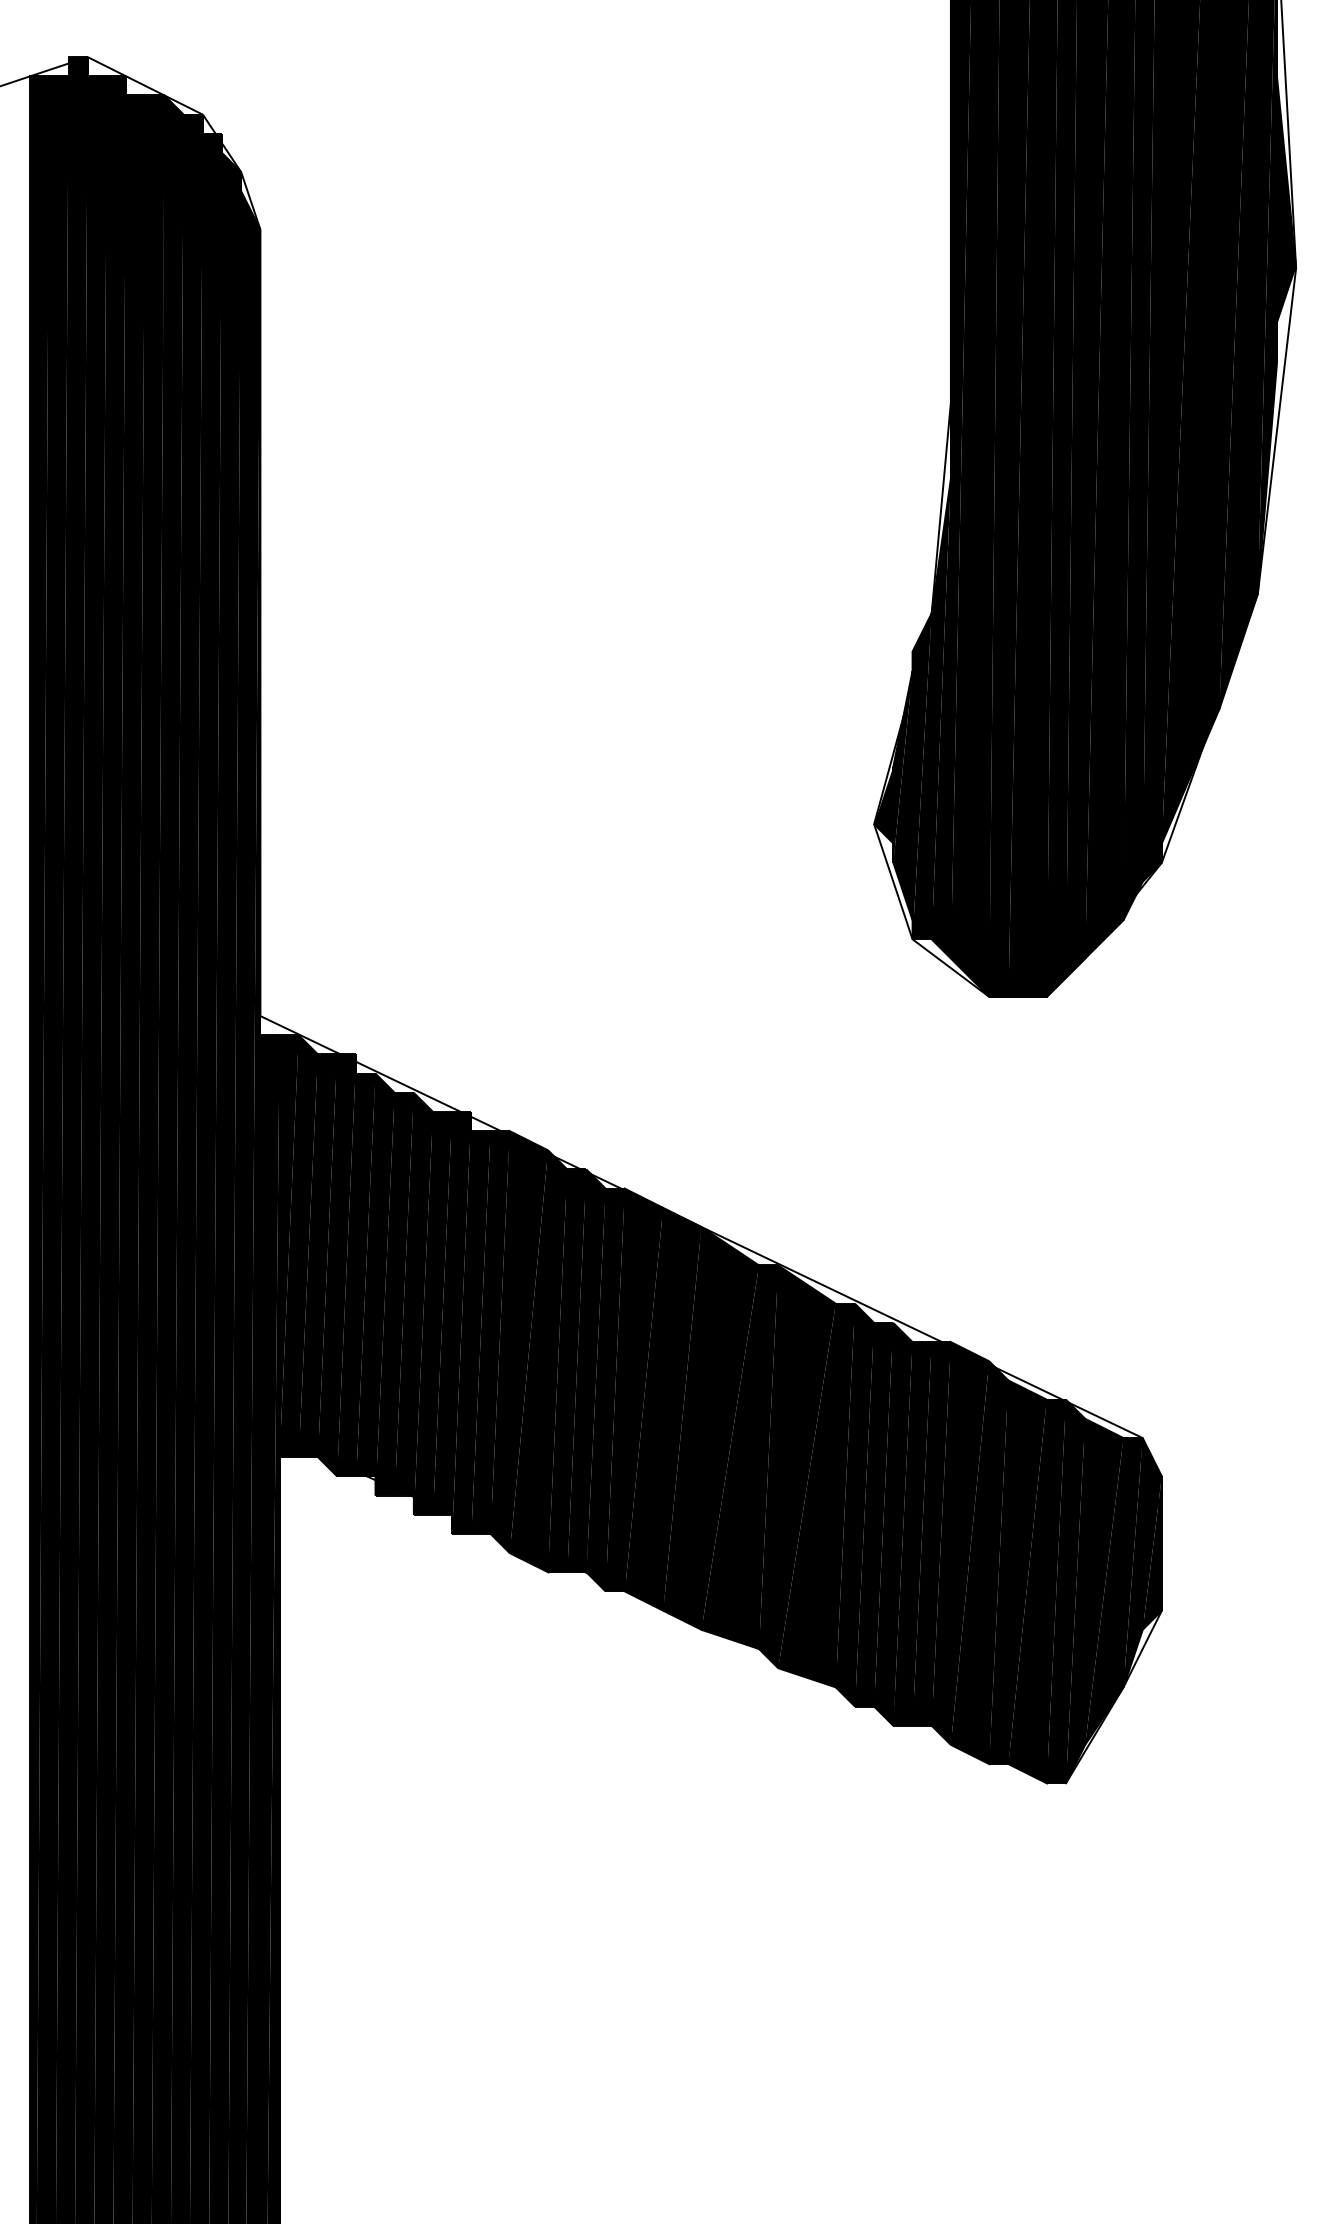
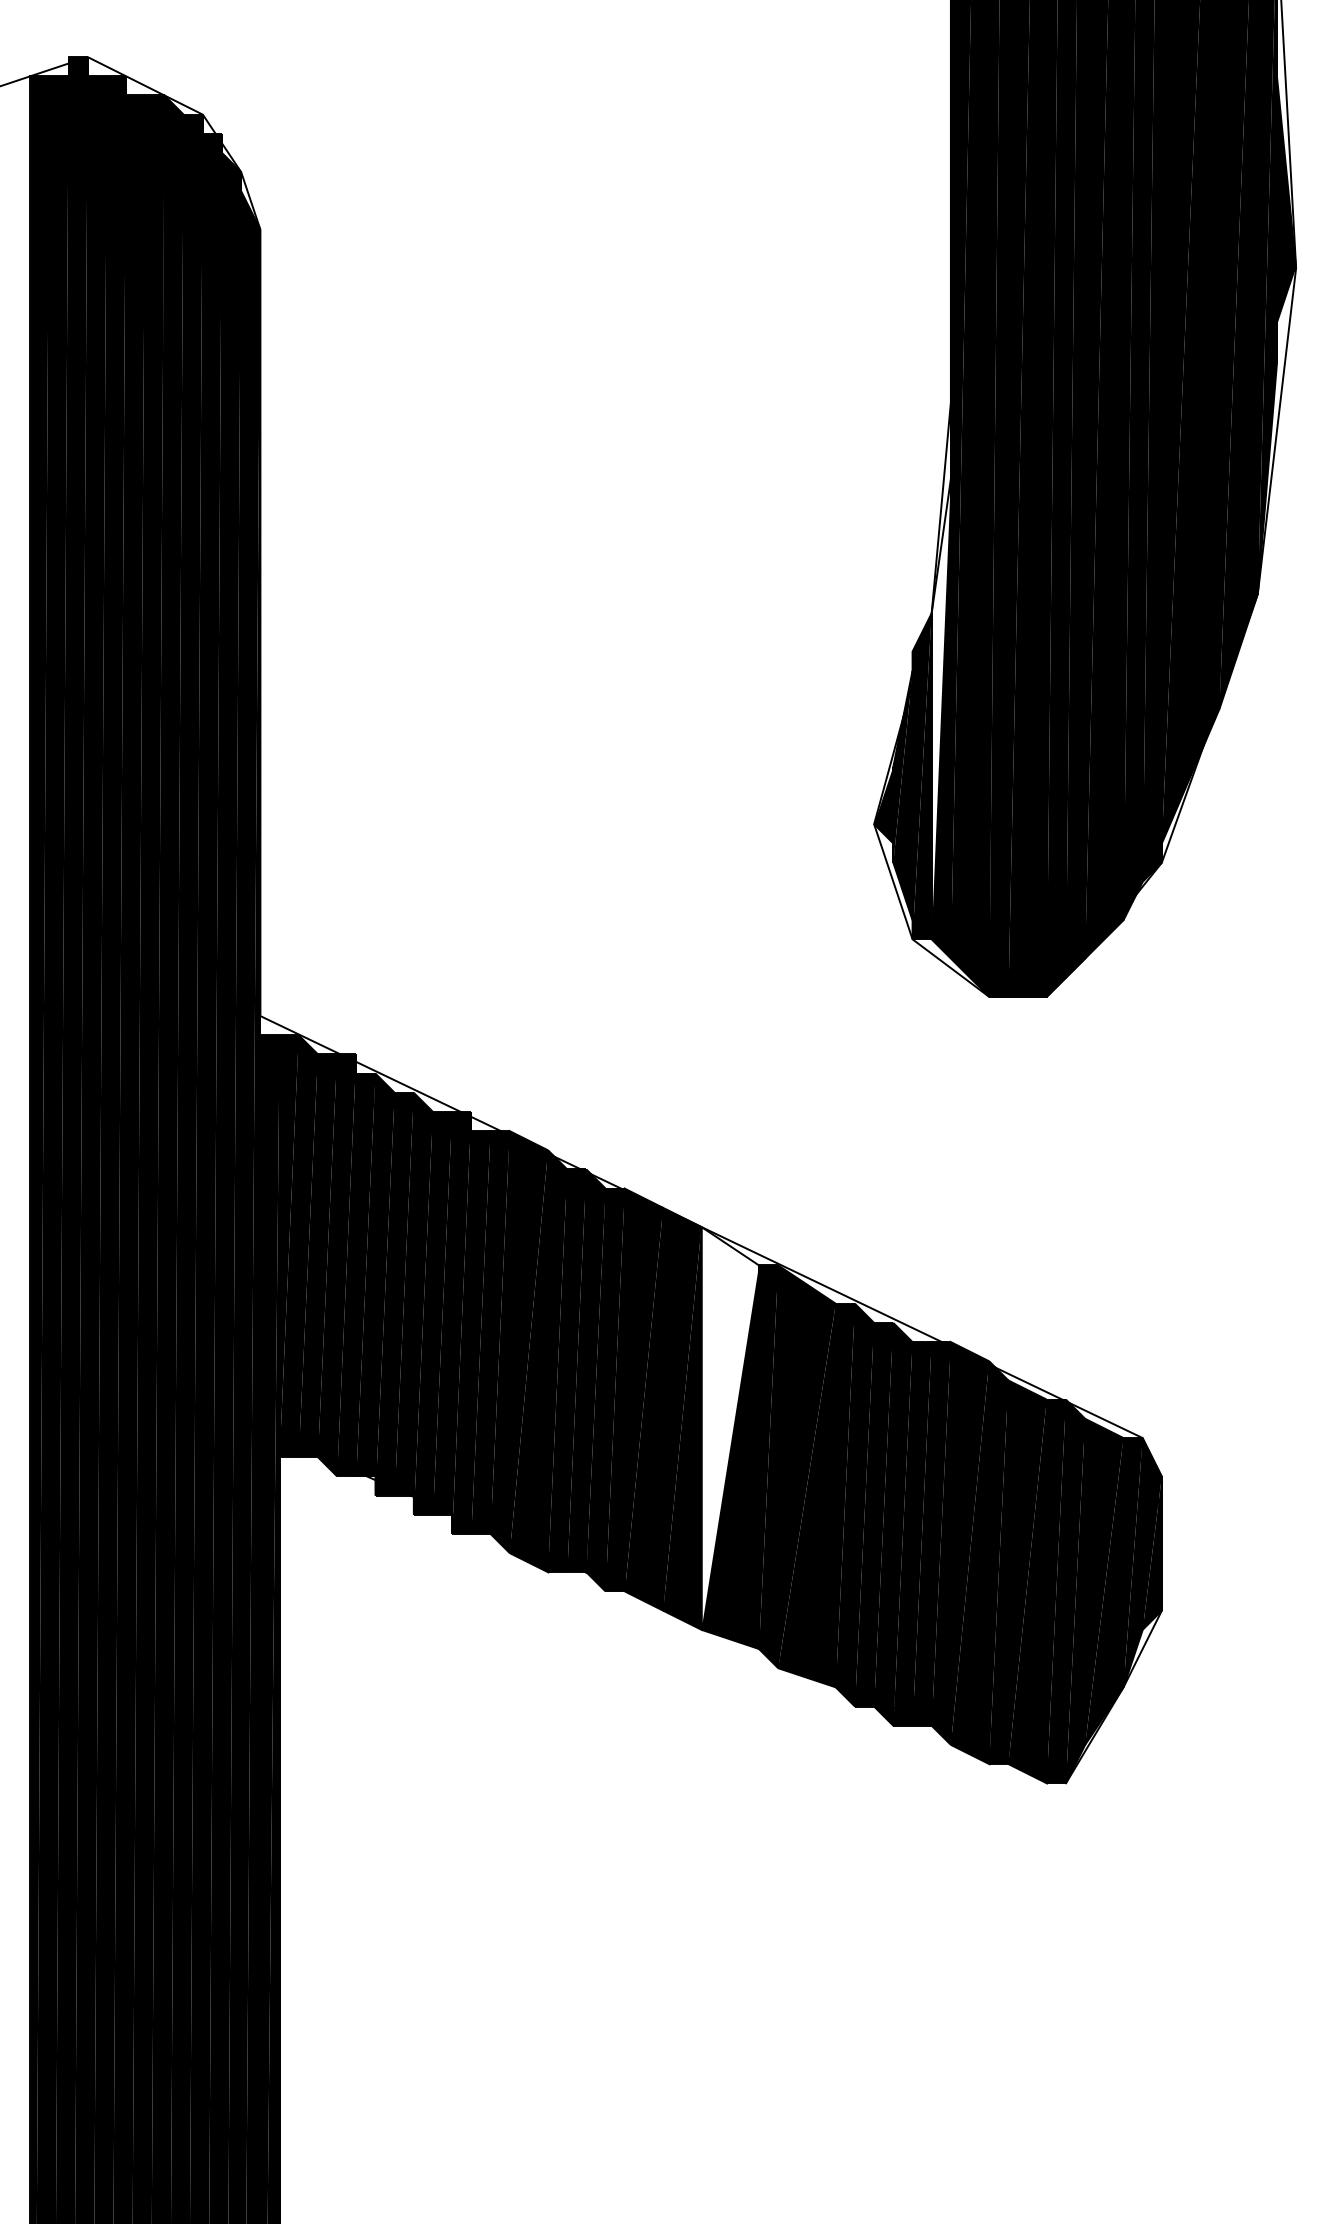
fill at (940, 709): present -> none
fill at (730, 1428): present -> none
